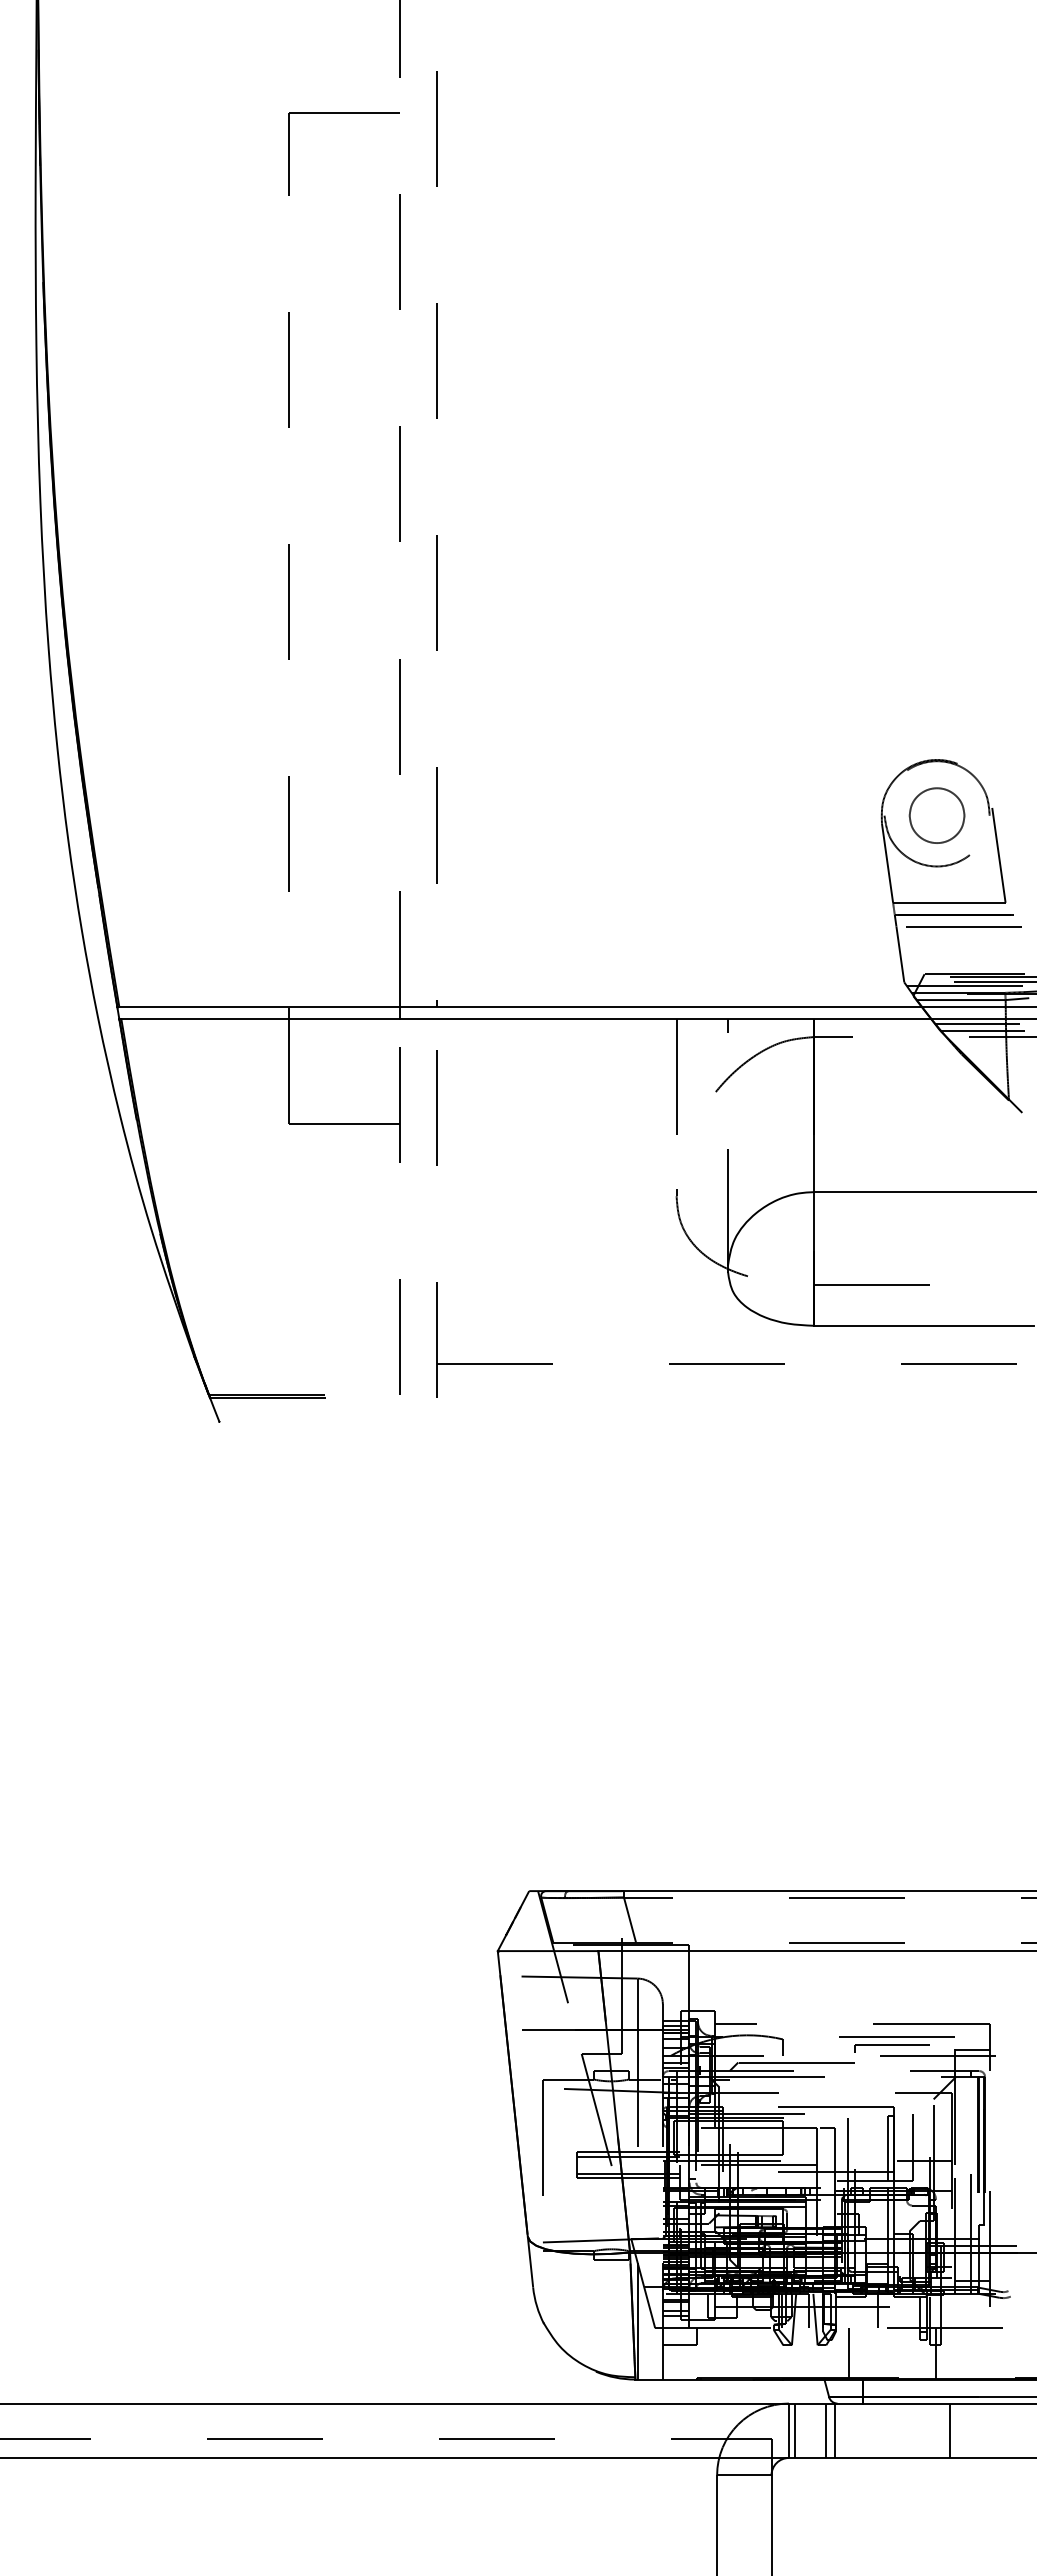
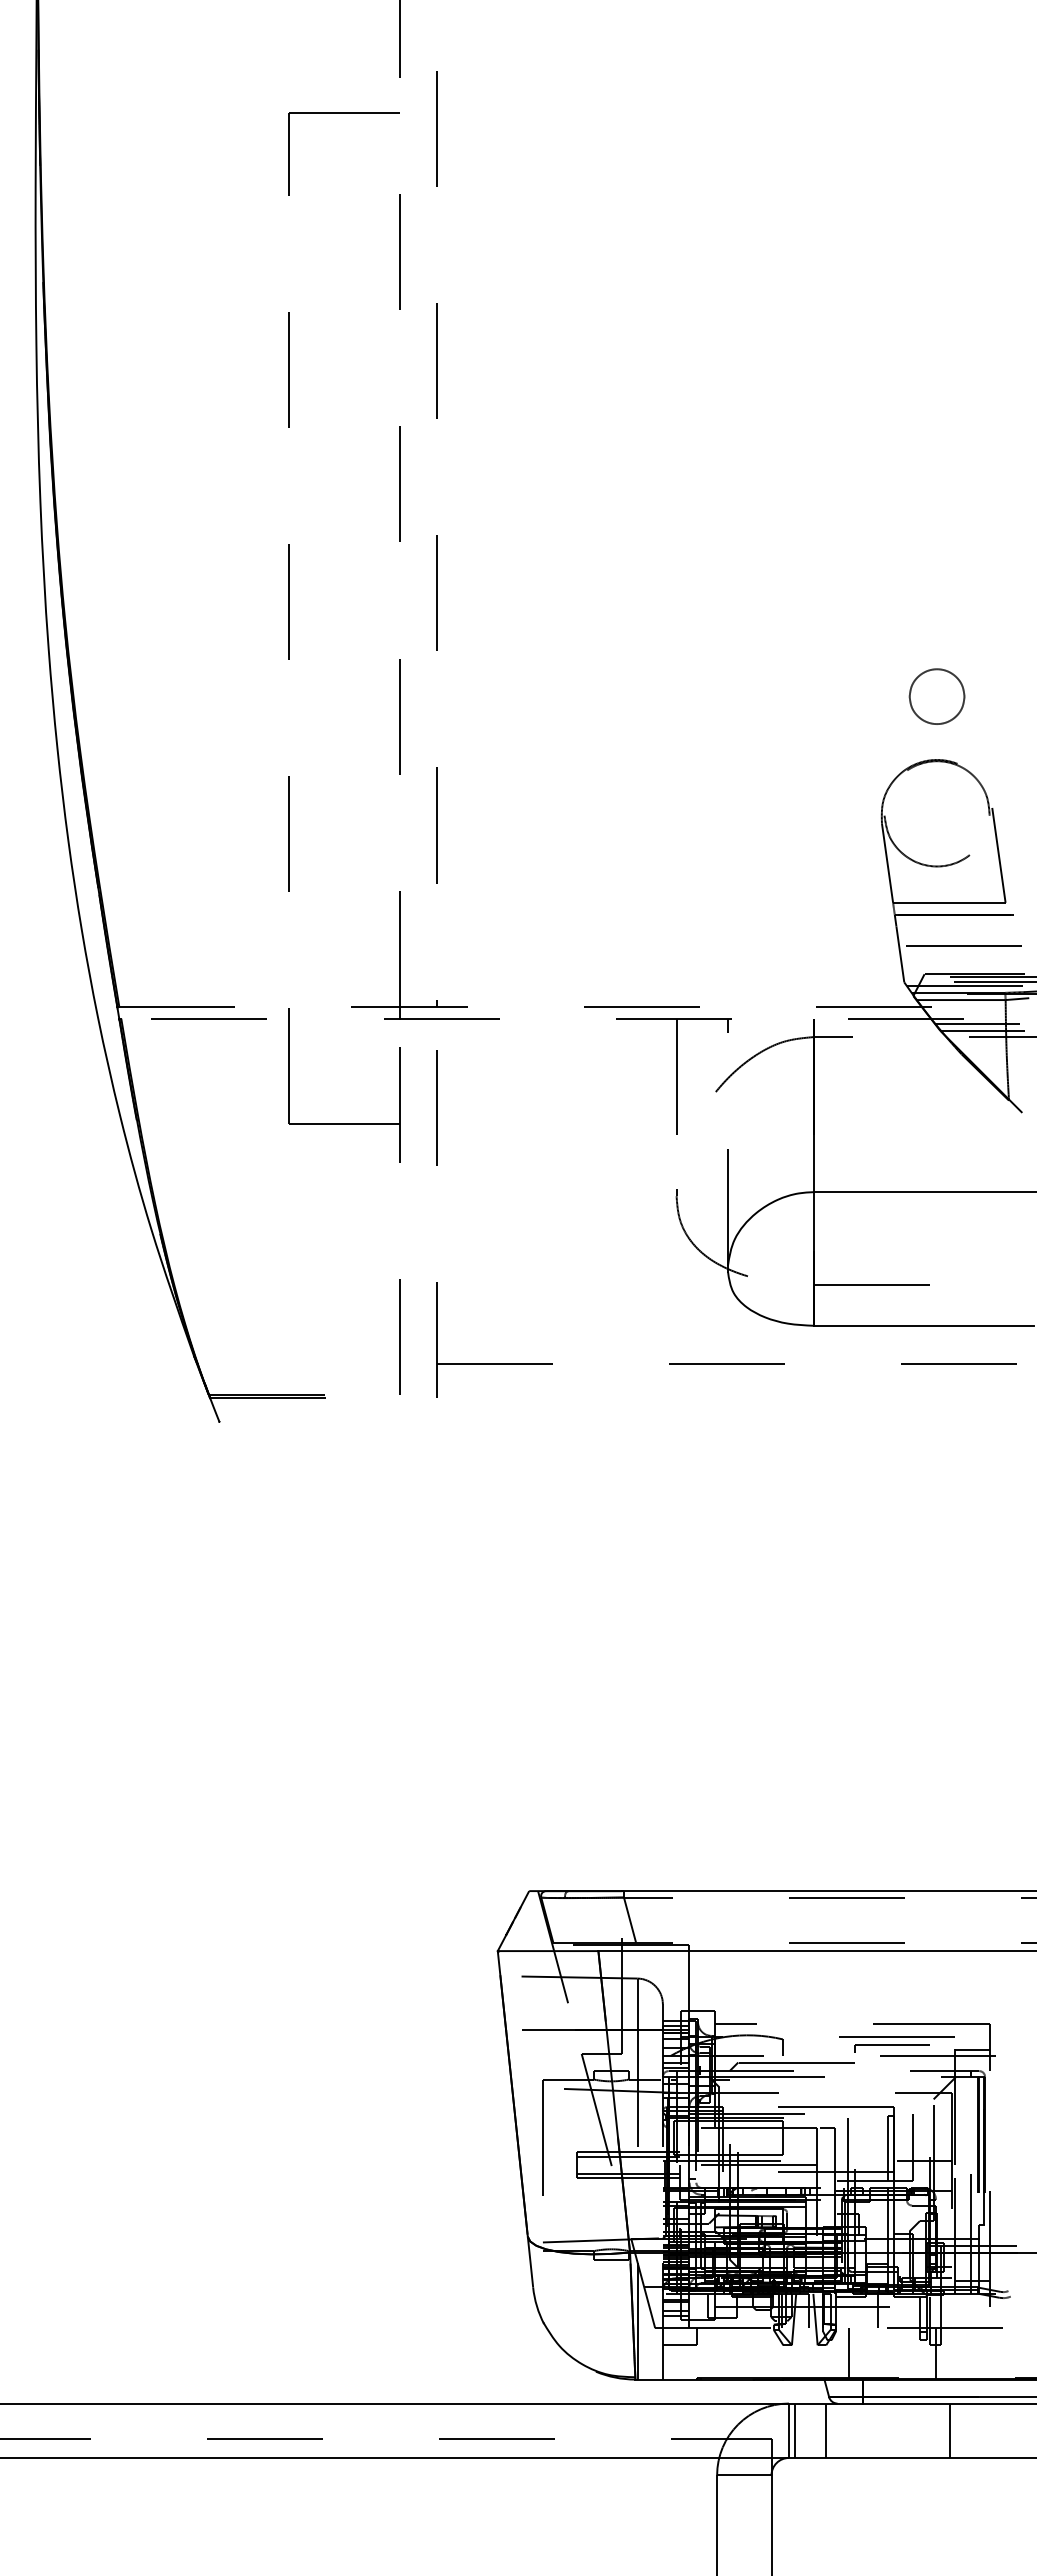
part at (936, 815) position: (936, 815) -> (936, 696)
line at (963, 926) position: (963, 926) -> (963, 945)
line at (578, 1006): solid -> dashed
line at (578, 1018): solid -> dashed
line at (834, 2430): present -> none
